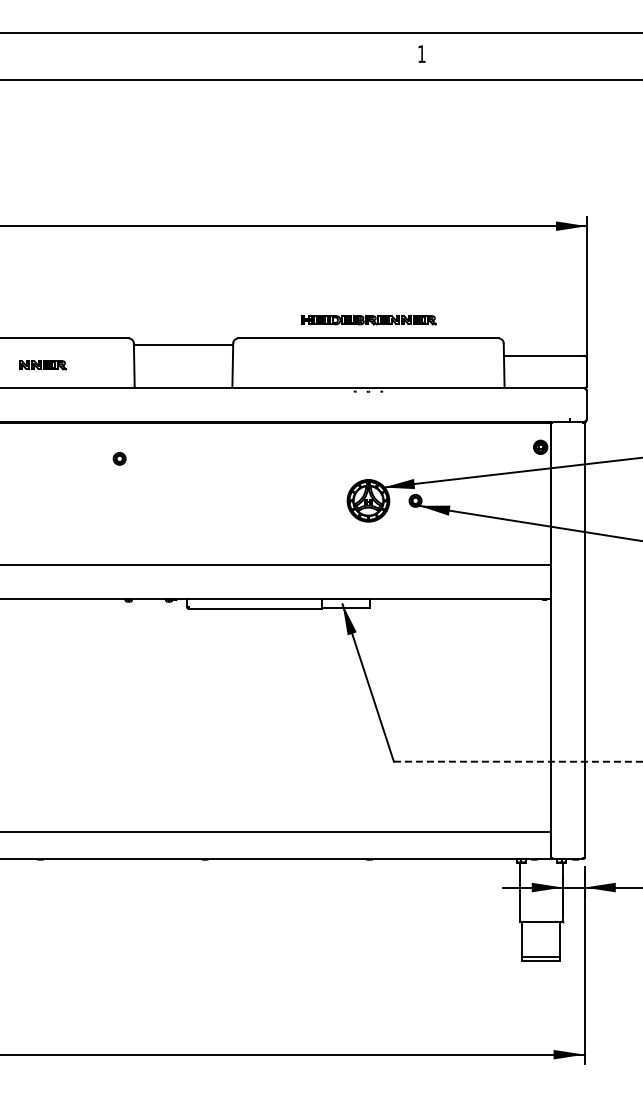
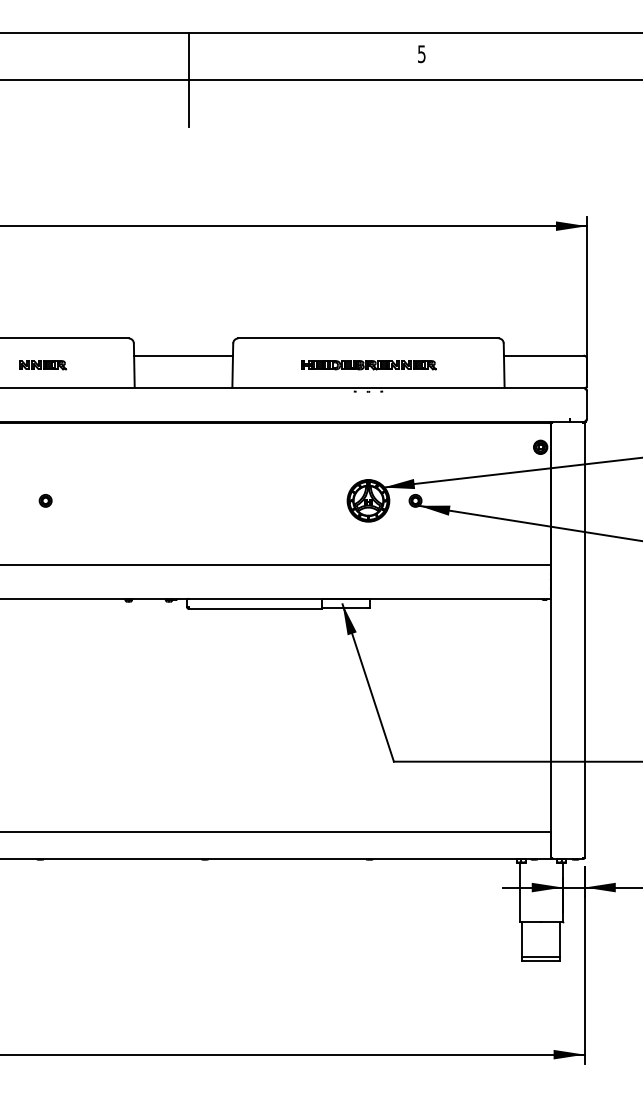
text at (421, 54): 1 -> 5
line at (189, 79): none -> present
part at (368, 320) position: (368, 320) -> (368, 365)
line at (183, 344) position: (183, 344) -> (183, 355)
part at (119, 458) position: (119, 458) -> (45, 500)
line at (518, 761): dashed -> solid
